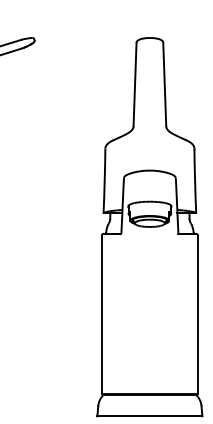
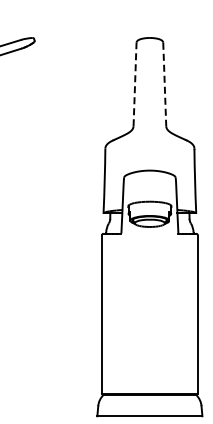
line at (135, 84): solid -> dashed
line at (164, 84): solid -> dashed
